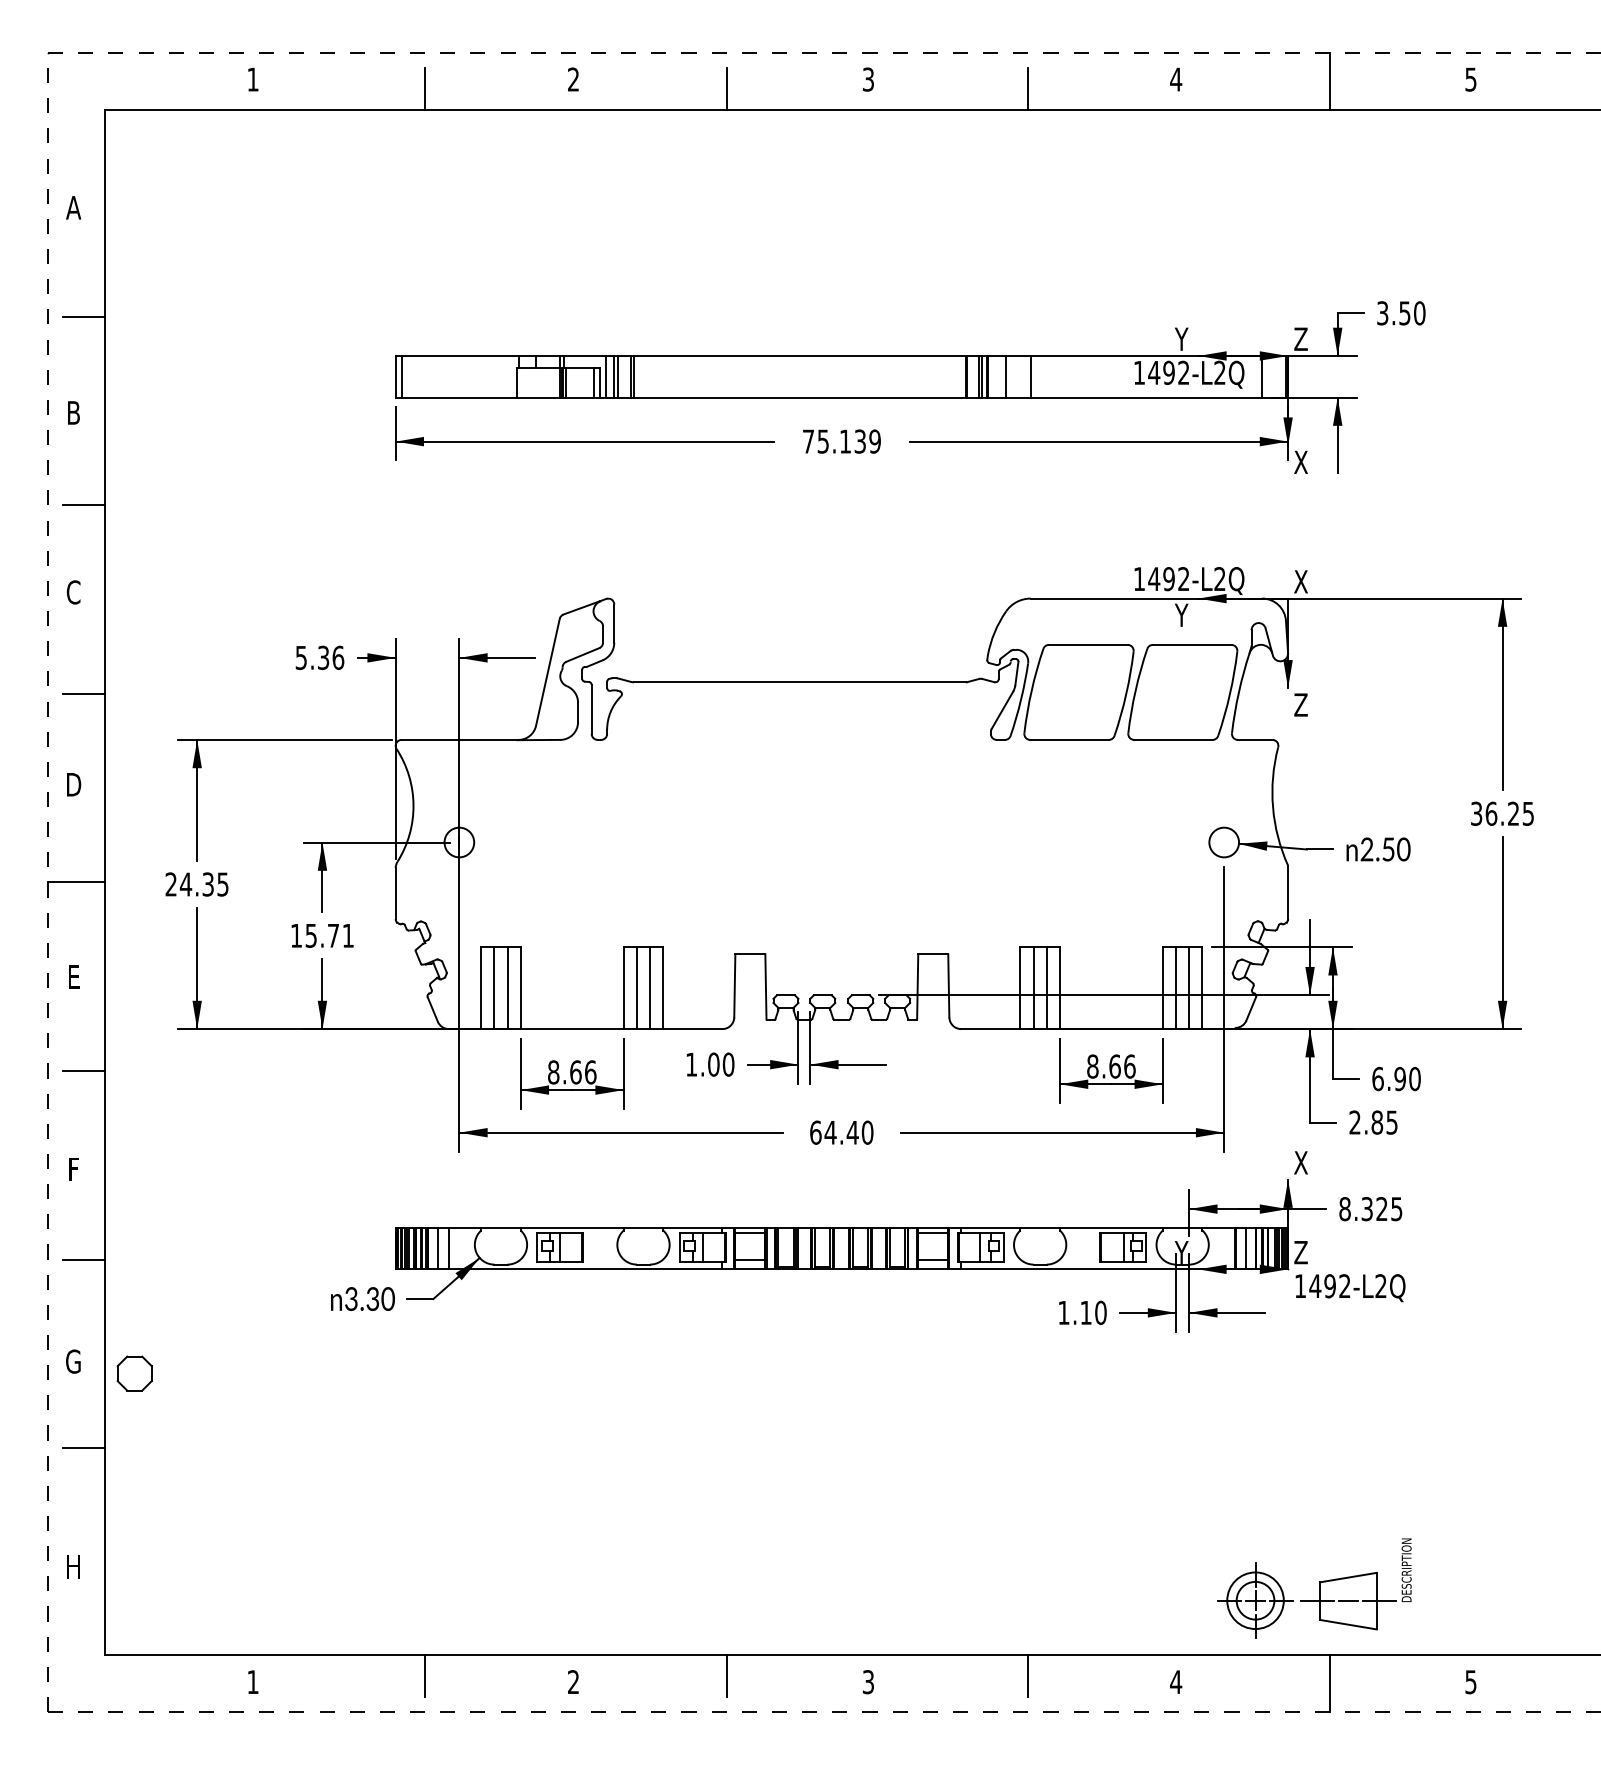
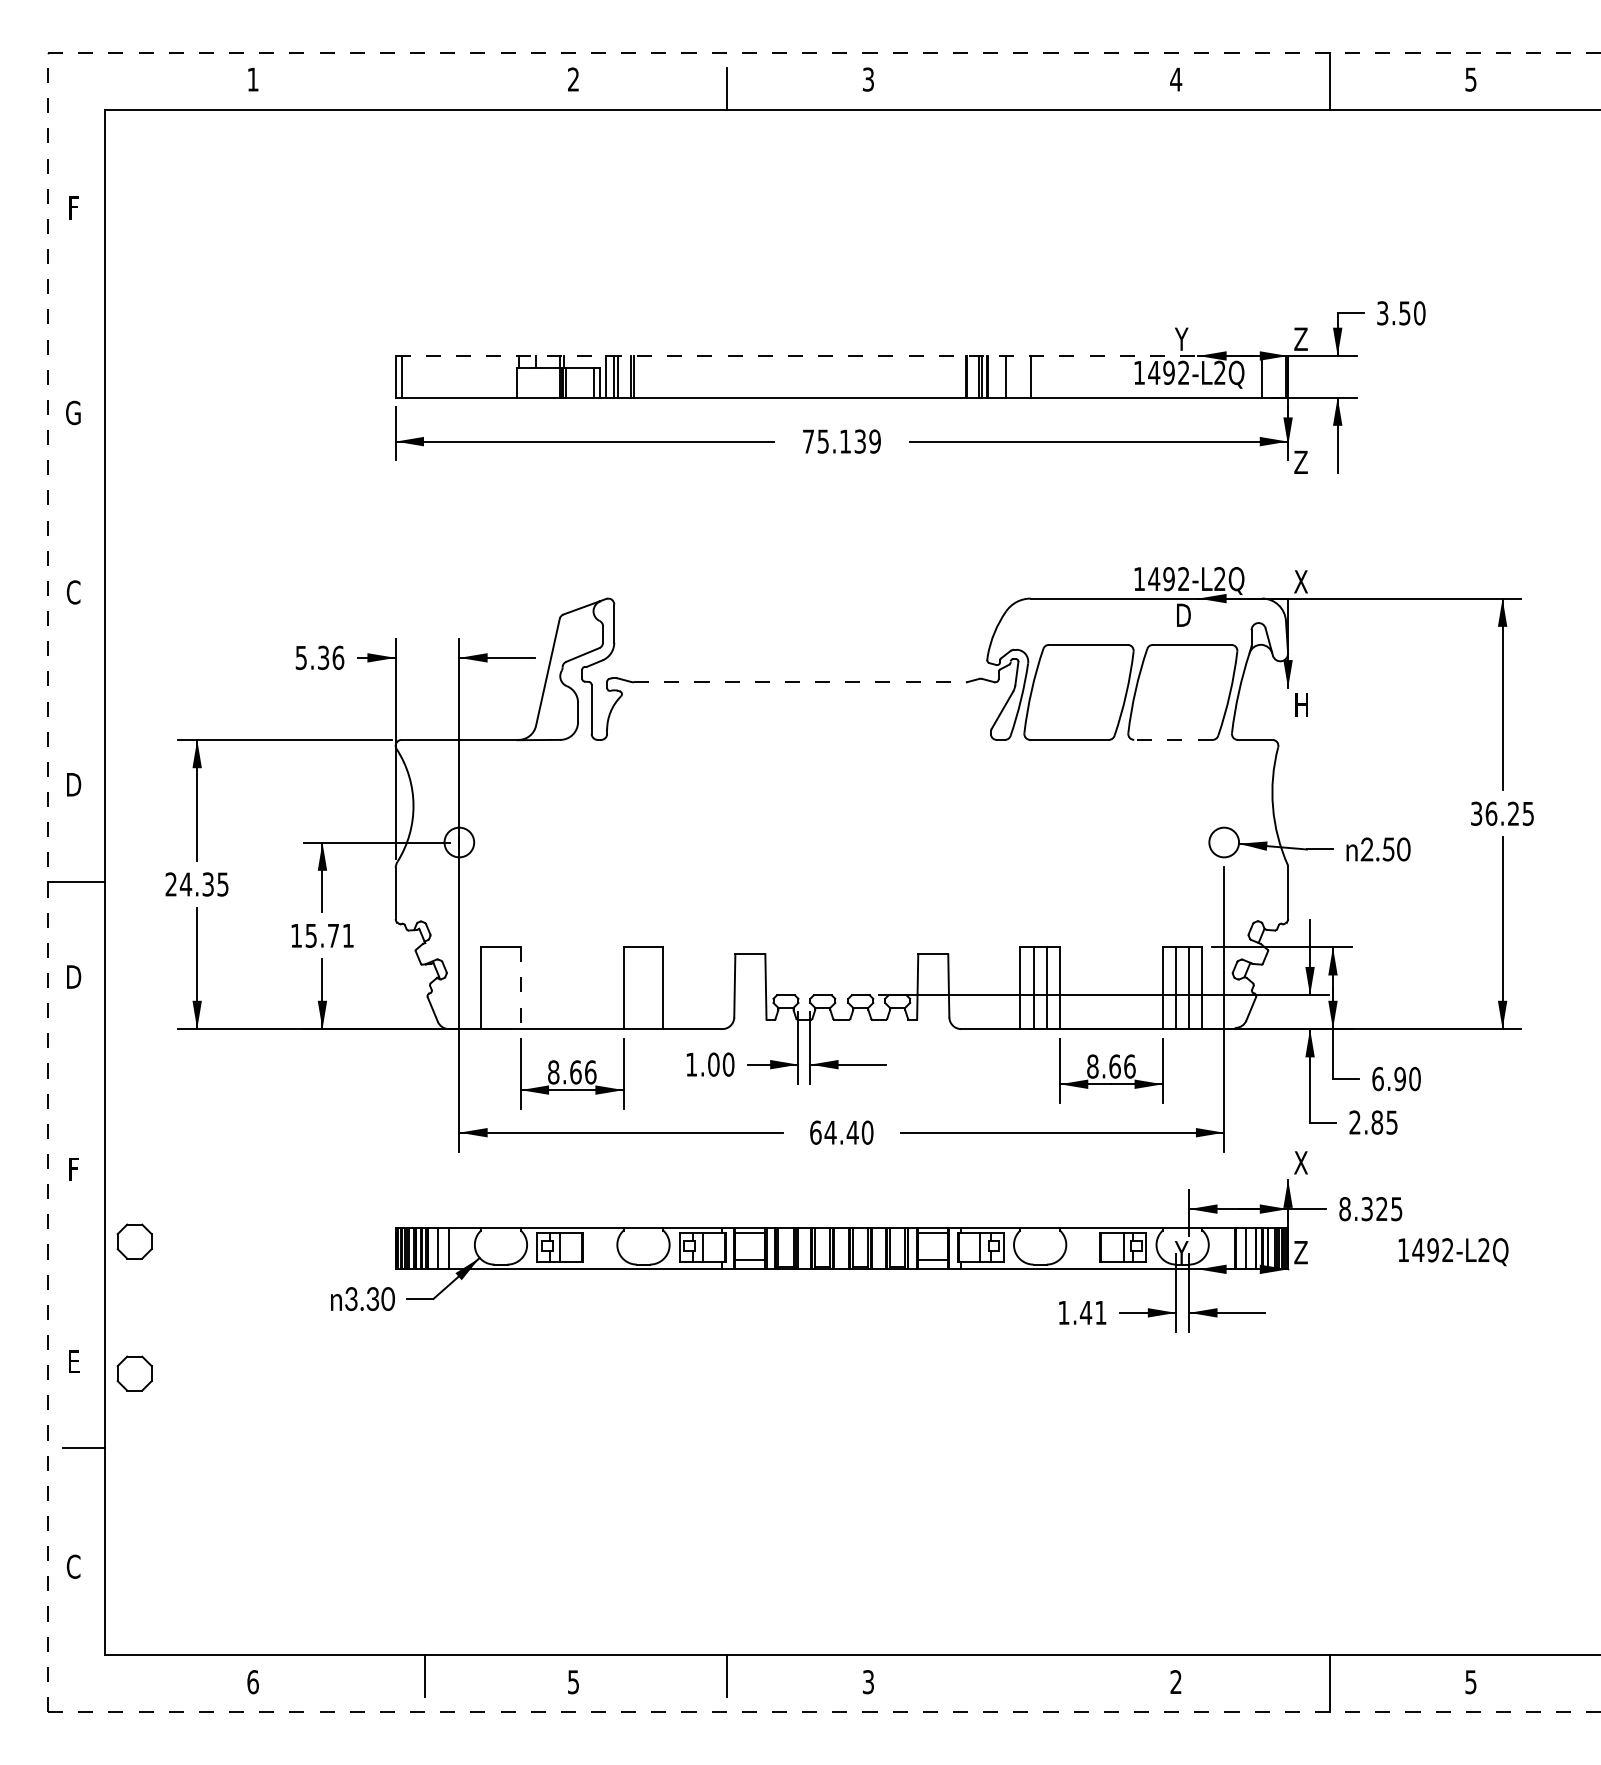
line at (425, 88): present -> none
line at (1028, 88): present -> none
text at (73, 207): A -> F
line at (83, 316): present -> none
line at (842, 355): solid -> dashed
text at (73, 412): B -> G
text at (1300, 461): X -> Z
line at (83, 505): present -> none
text at (1182, 614): Y -> D
line at (799, 682): solid -> dashed
line at (83, 693): present -> none
text at (1300, 704): Z -> H
line at (1172, 739): solid -> dashed
text at (74, 976): E -> D
line at (494, 988): present -> none
line at (507, 988): present -> none
line at (520, 988): solid -> dashed
line at (636, 988): present -> none
line at (650, 988): present -> none
line at (83, 1071): present -> none
part at (134, 1241): none -> present
line at (83, 1259): present -> none
text at (1350, 1288) position: (1350, 1288) -> (1453, 1252)
text at (1093, 1312): 1.10 -> 1.41
text at (73, 1361): G -> E
text at (73, 1566): H -> C
part at (1314, 1588): present -> none
line at (1028, 1675): present -> none
text at (1176, 1681): 4 -> 2
text at (252, 1682): 1 -> 6
text at (573, 1682): 2 -> 5
